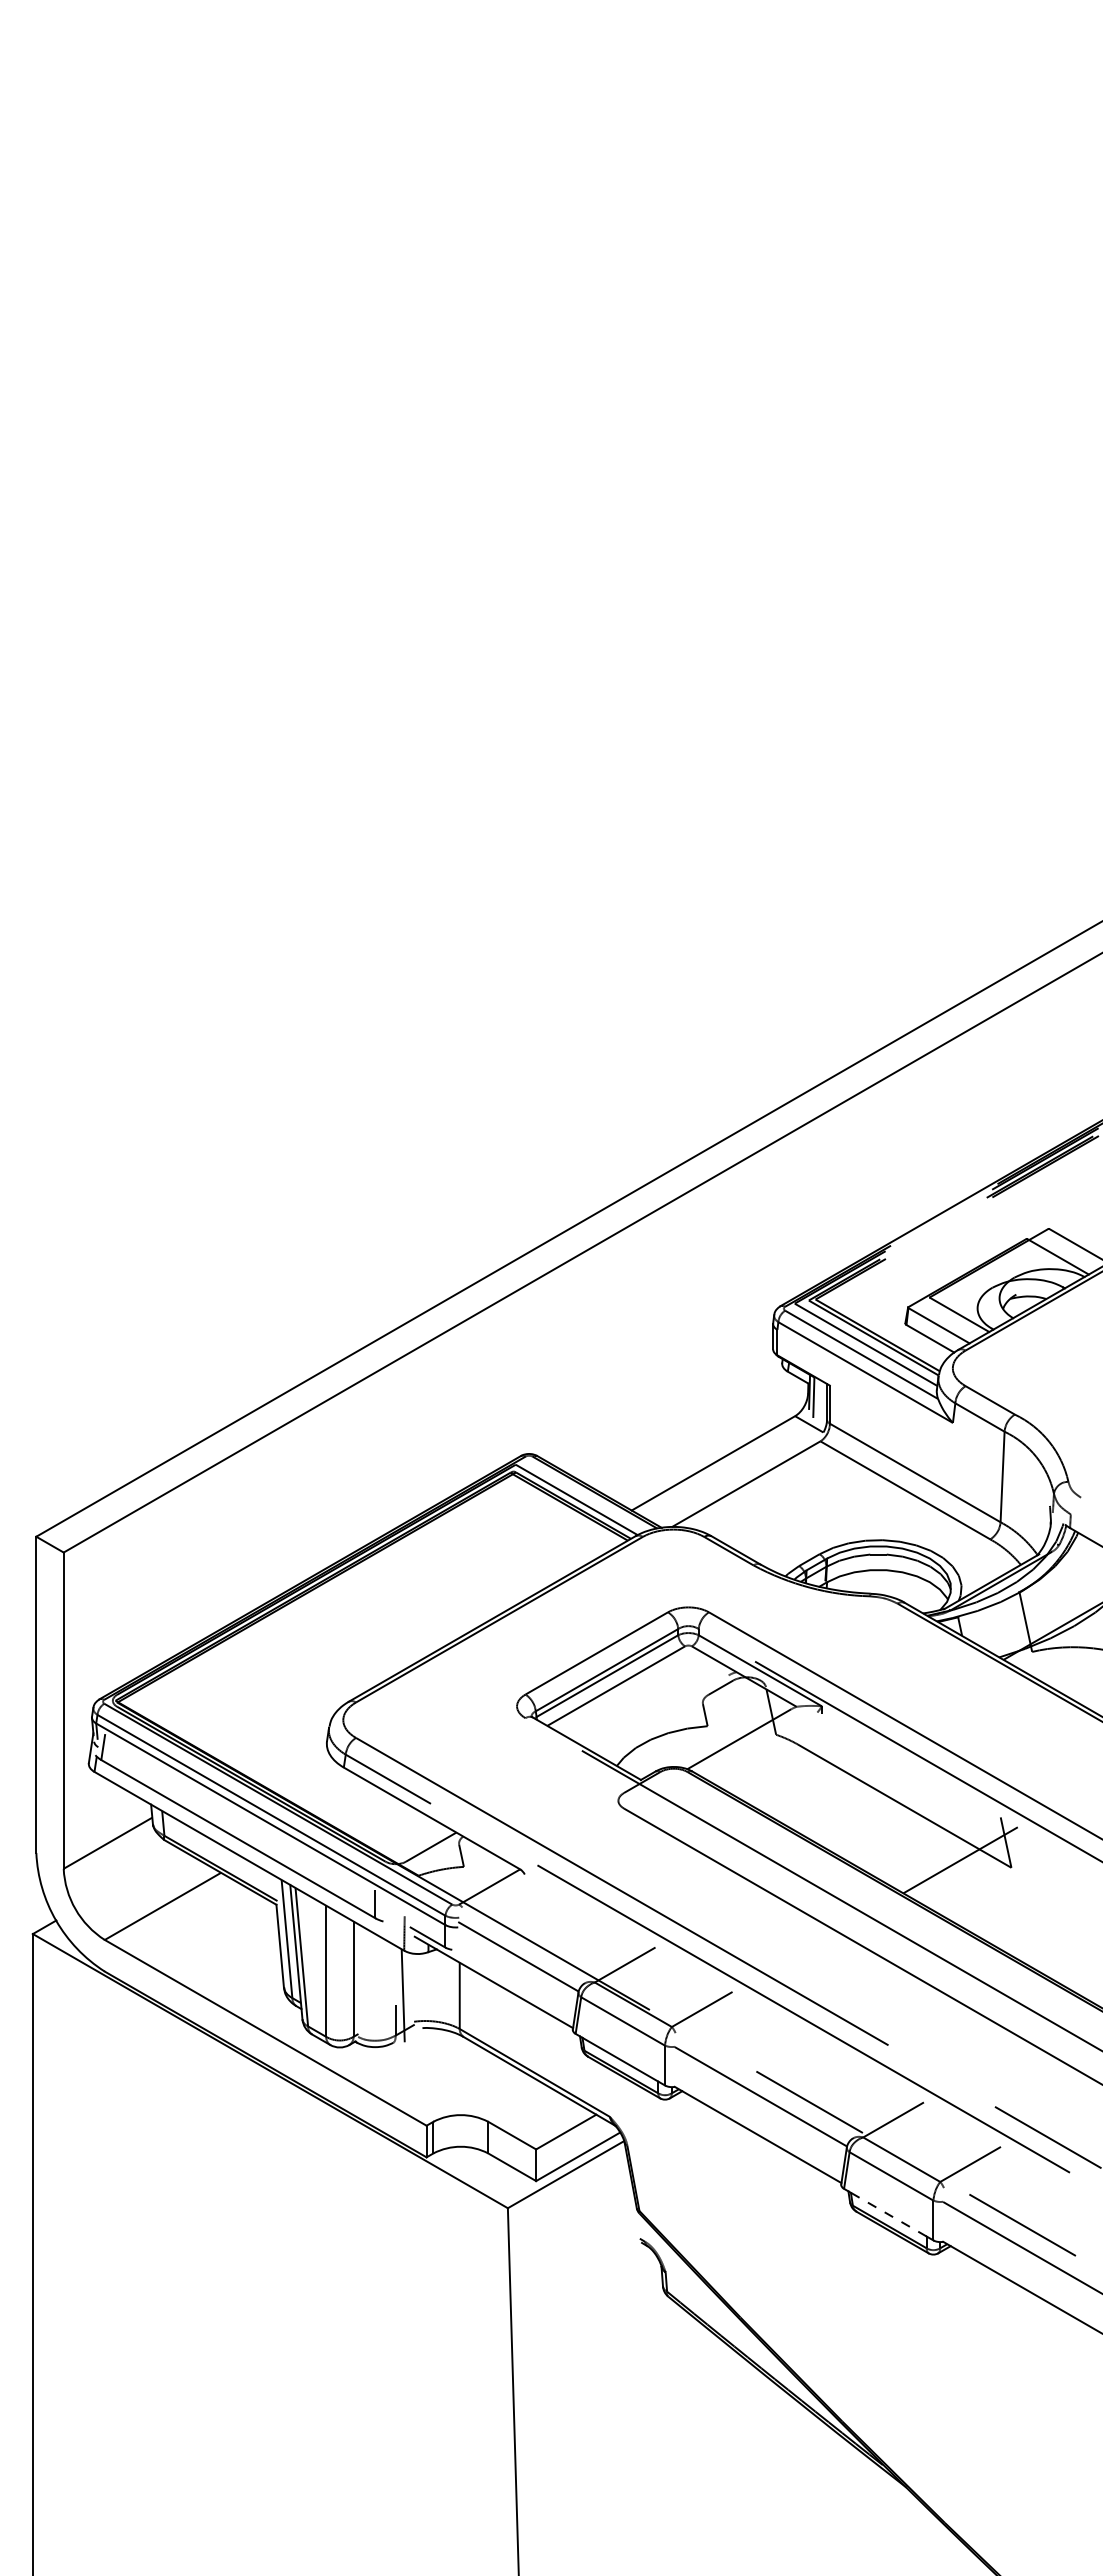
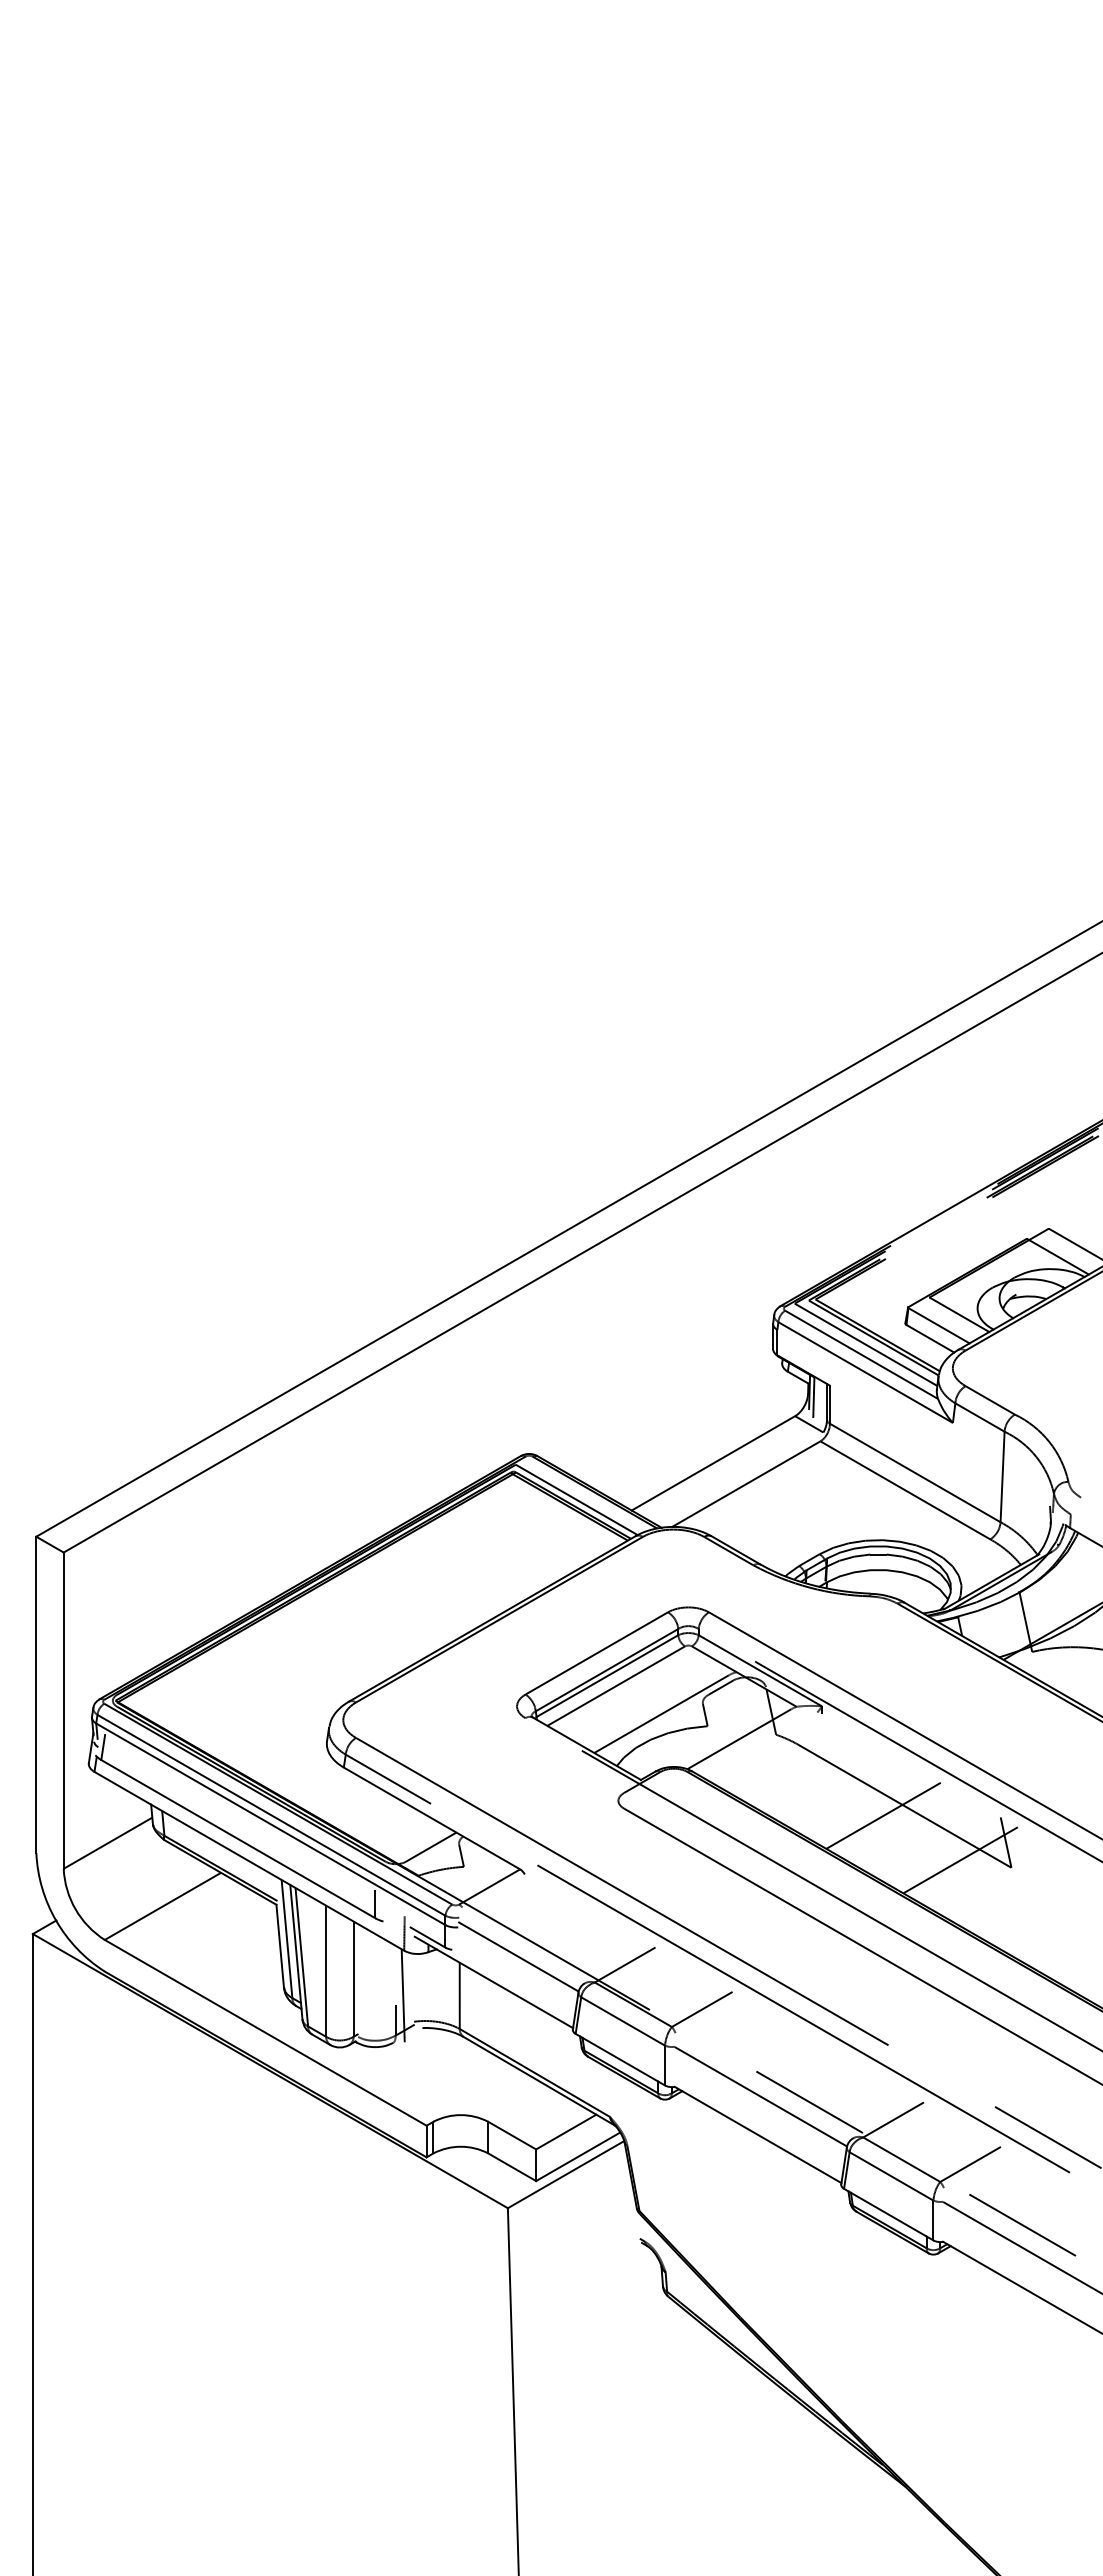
line at (661, 1714): none -> present
line at (883, 1815): none -> present
line at (888, 2214): dashed -> solid
